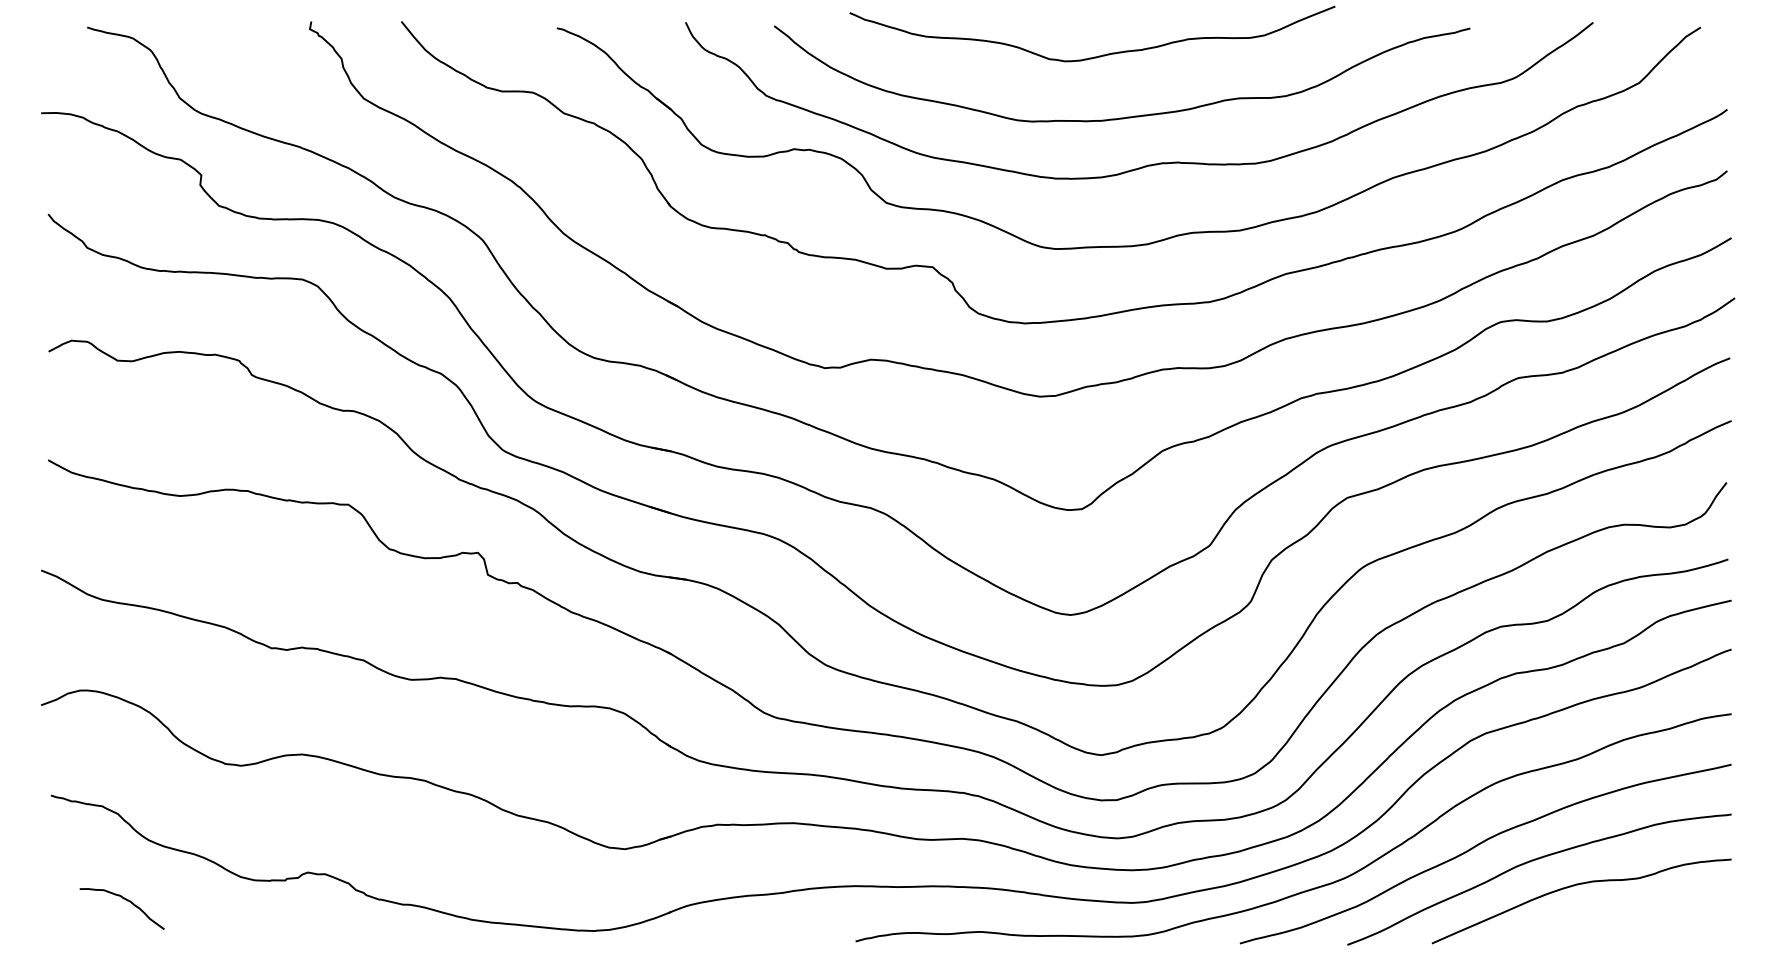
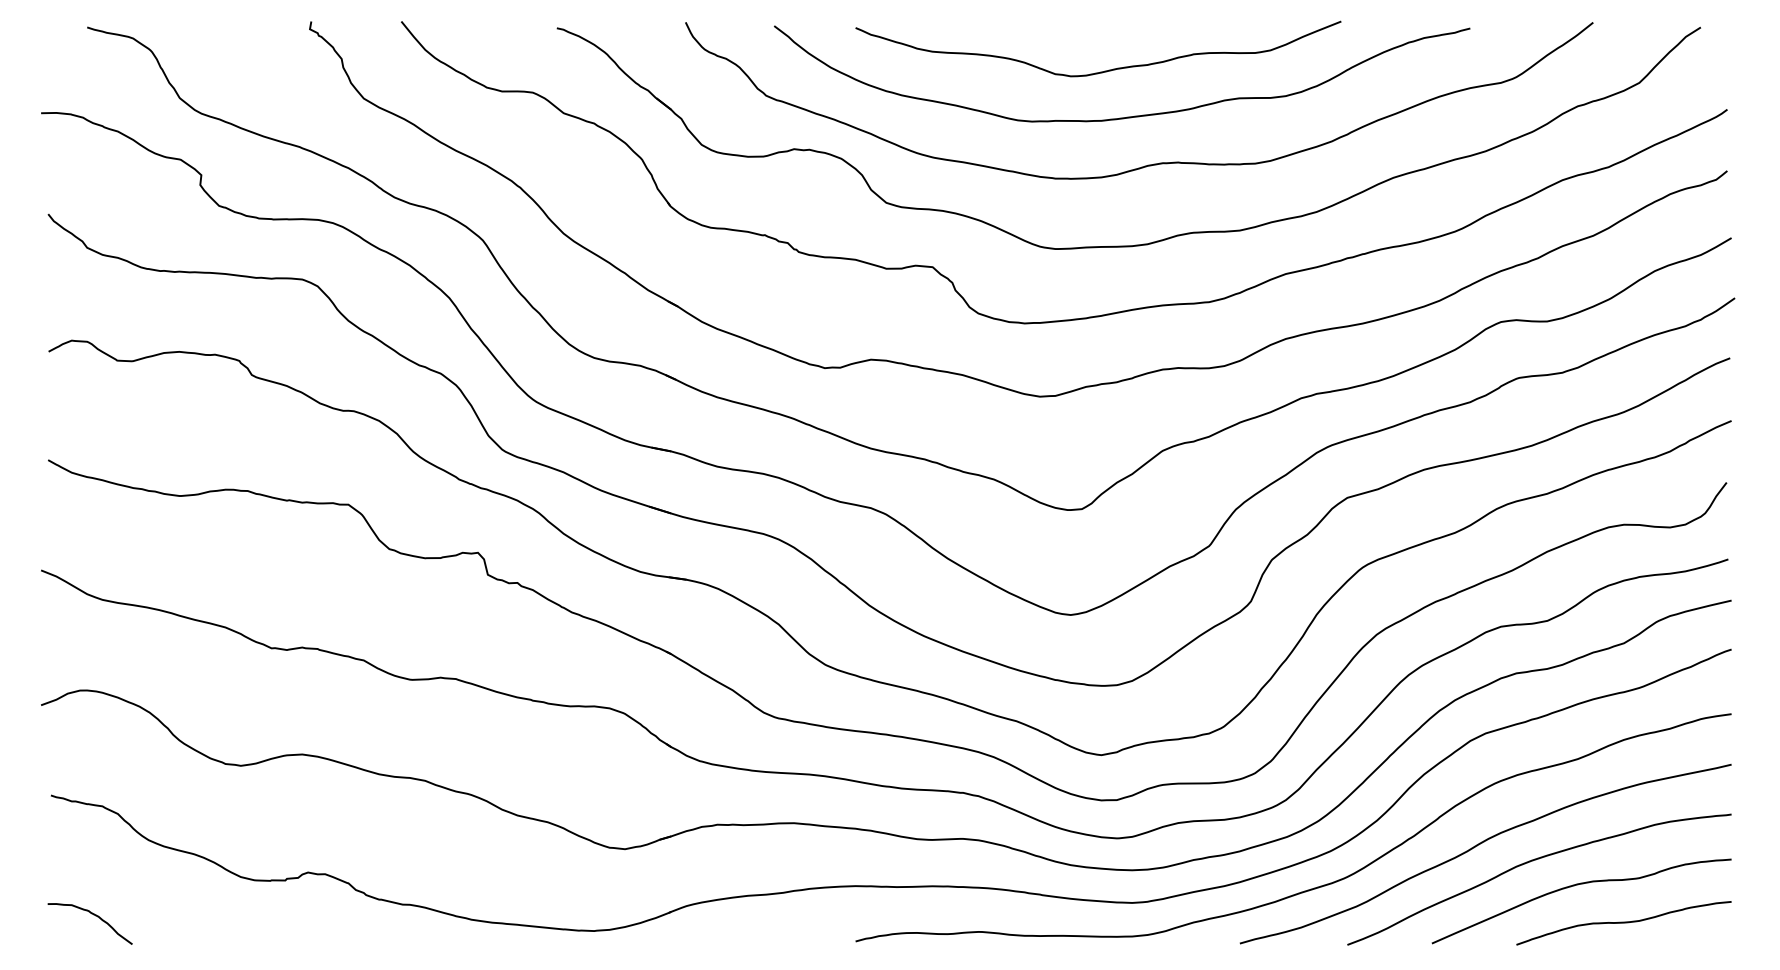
curve at (1098, 55) position: (1098, 55) -> (1104, 70)
curve at (125, 900) position: (125, 900) -> (93, 915)
curve at (1623, 923): none -> present
